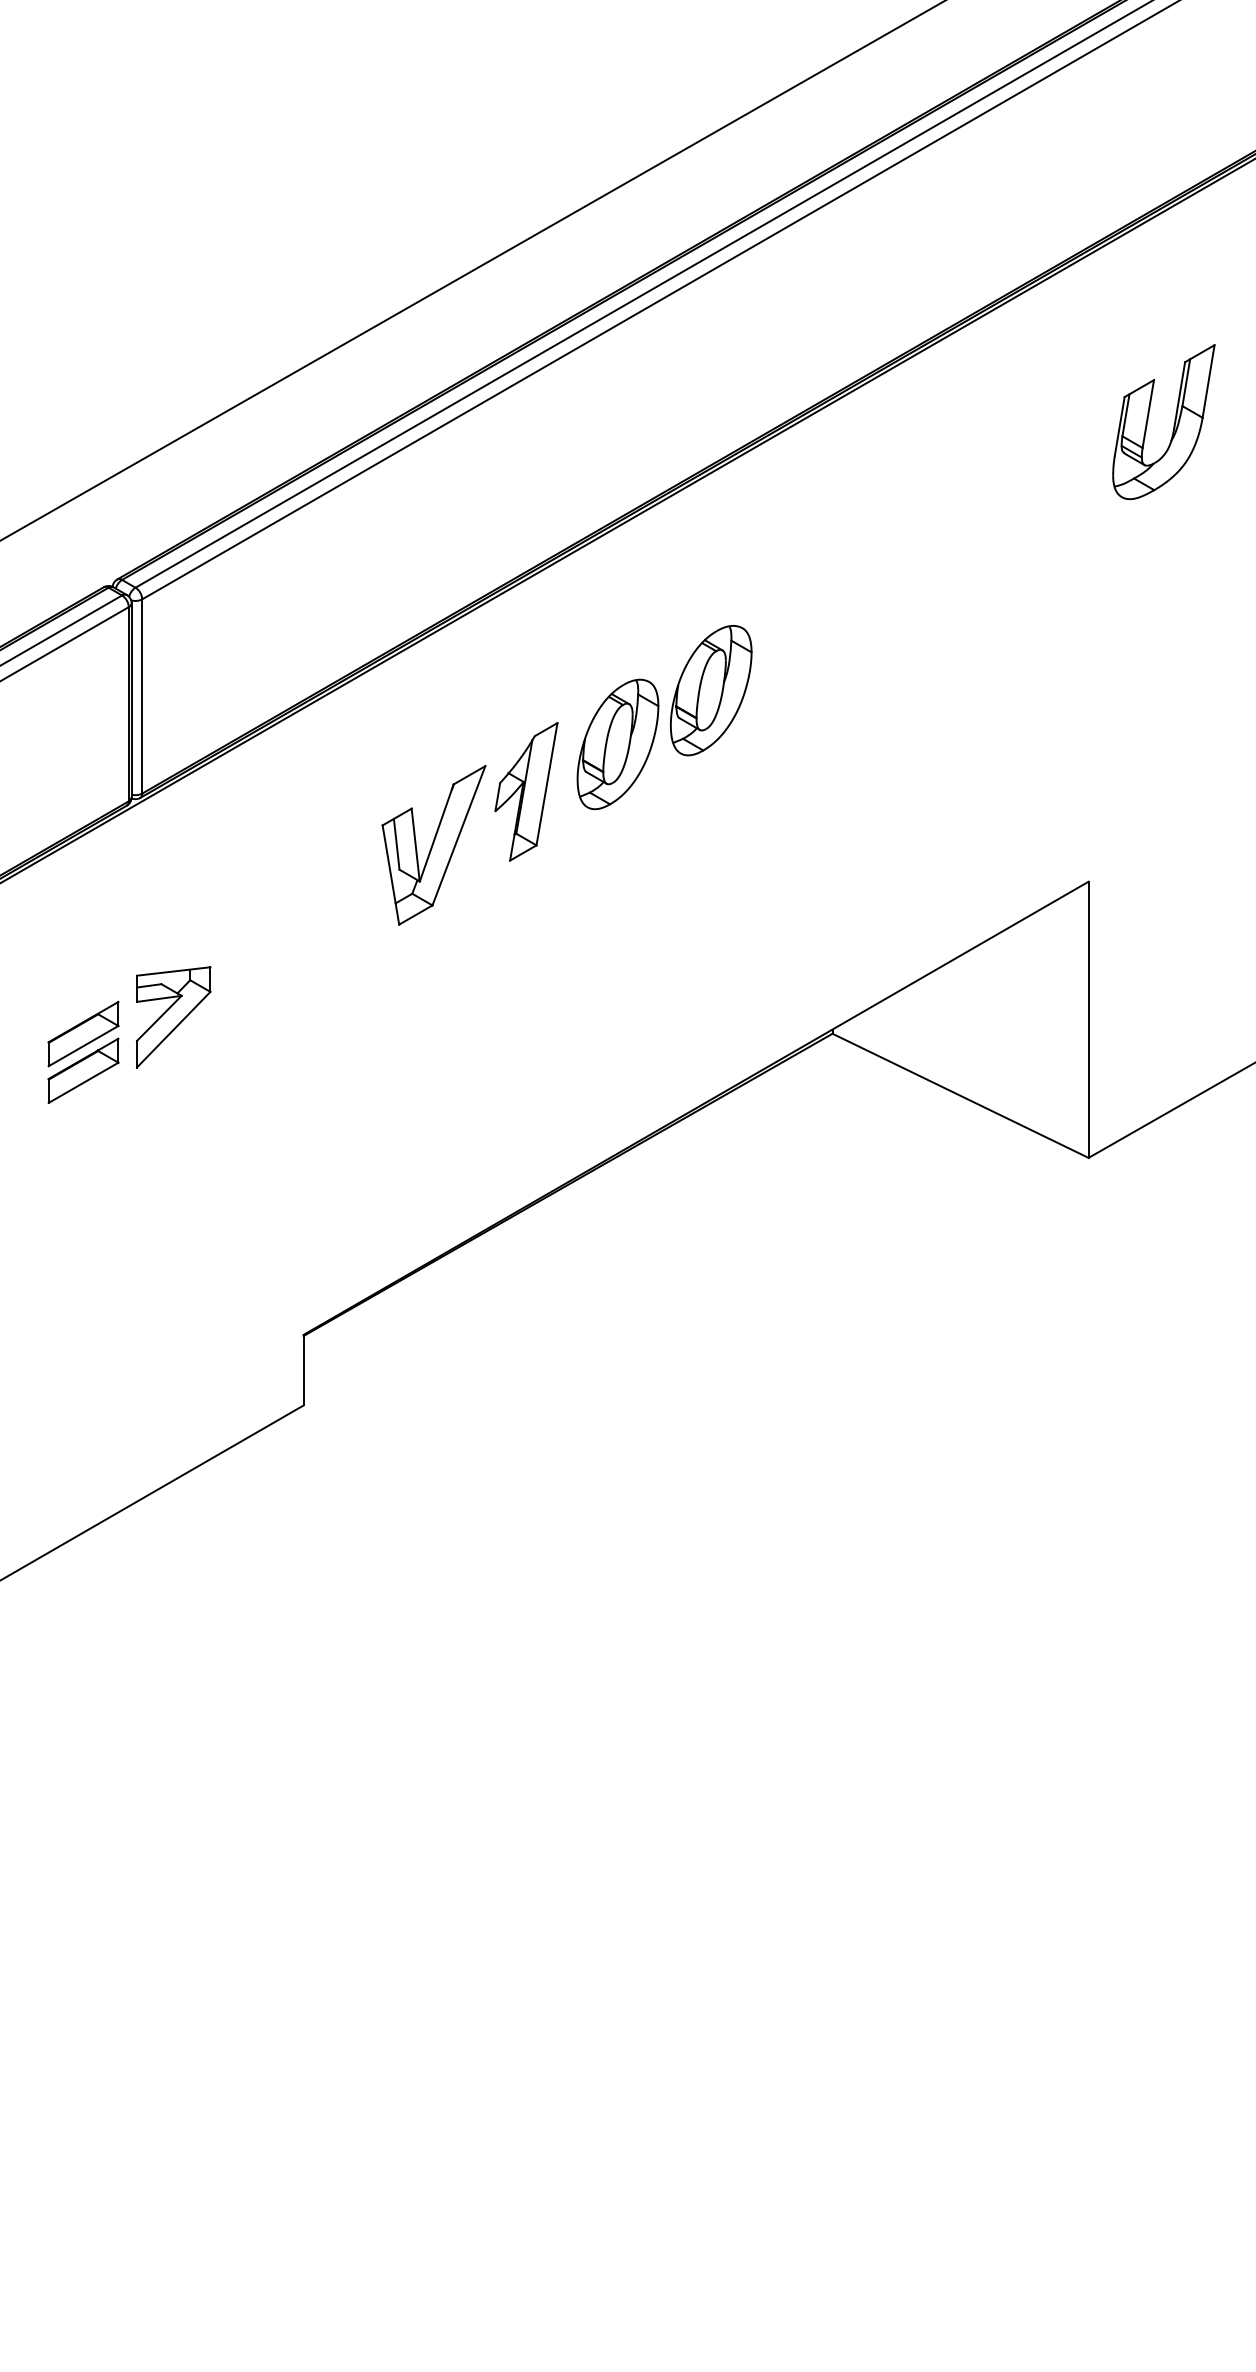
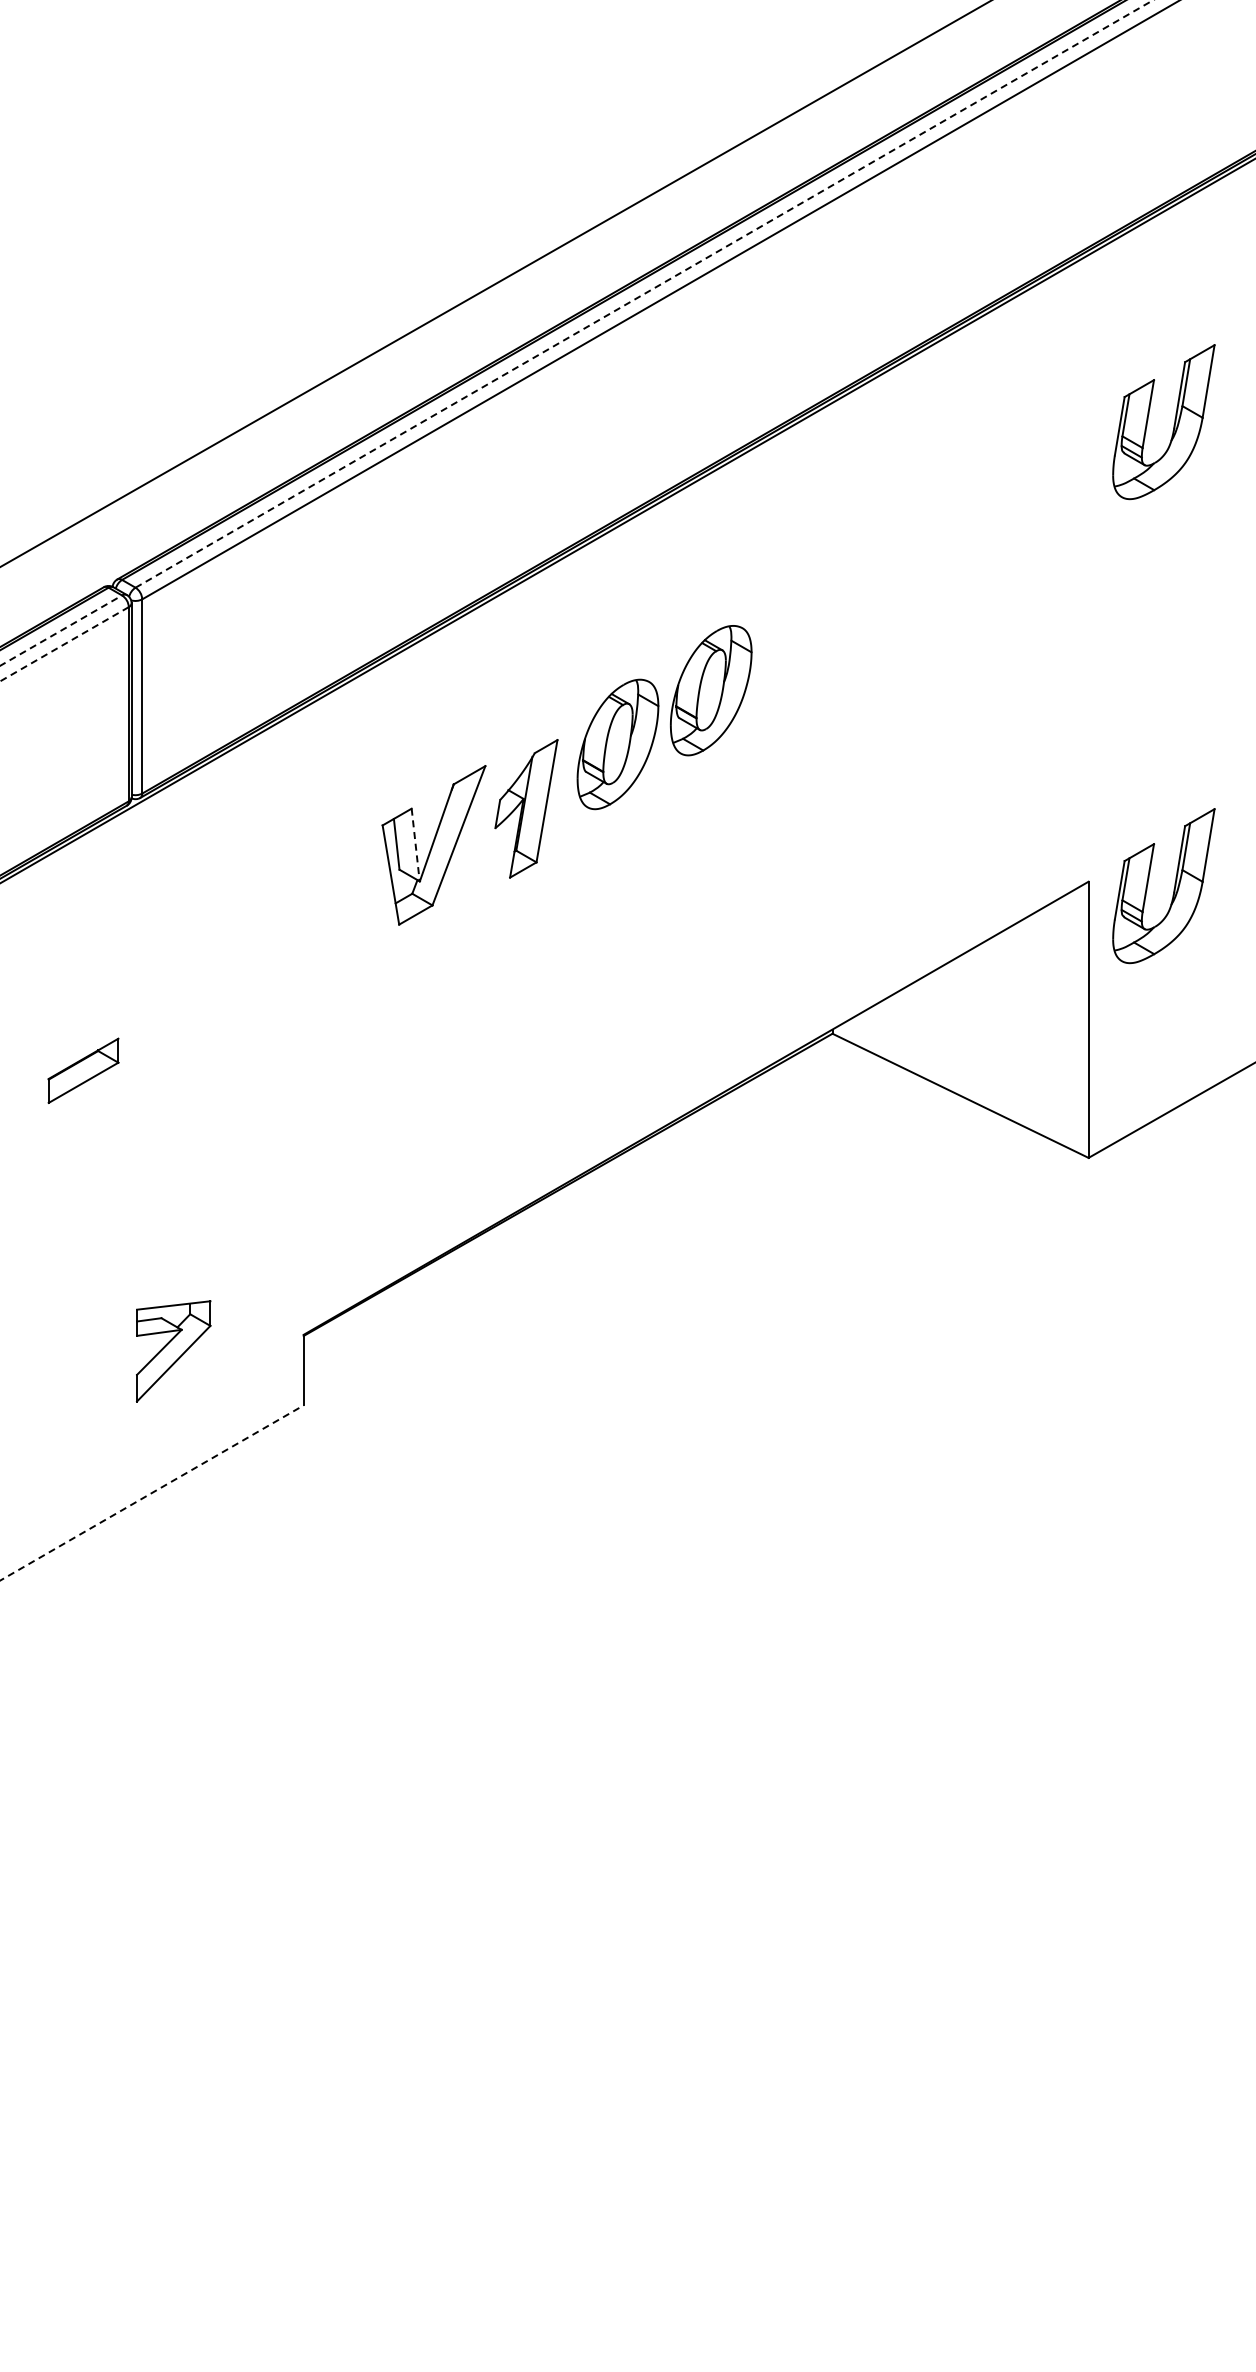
line at (472, 270) position: (472, 270) -> (495, 283)
line at (644, 293): solid -> dashed
line at (61, 630): solid -> dashed
line at (64, 644): solid -> dashed
part at (526, 791) position: (526, 791) -> (526, 808)
line at (415, 845): solid -> dashed
part at (1173, 889): none -> present
part at (173, 1017) position: (173, 1017) -> (173, 1351)
part at (83, 1033): present -> none
line at (152, 1492): solid -> dashed
